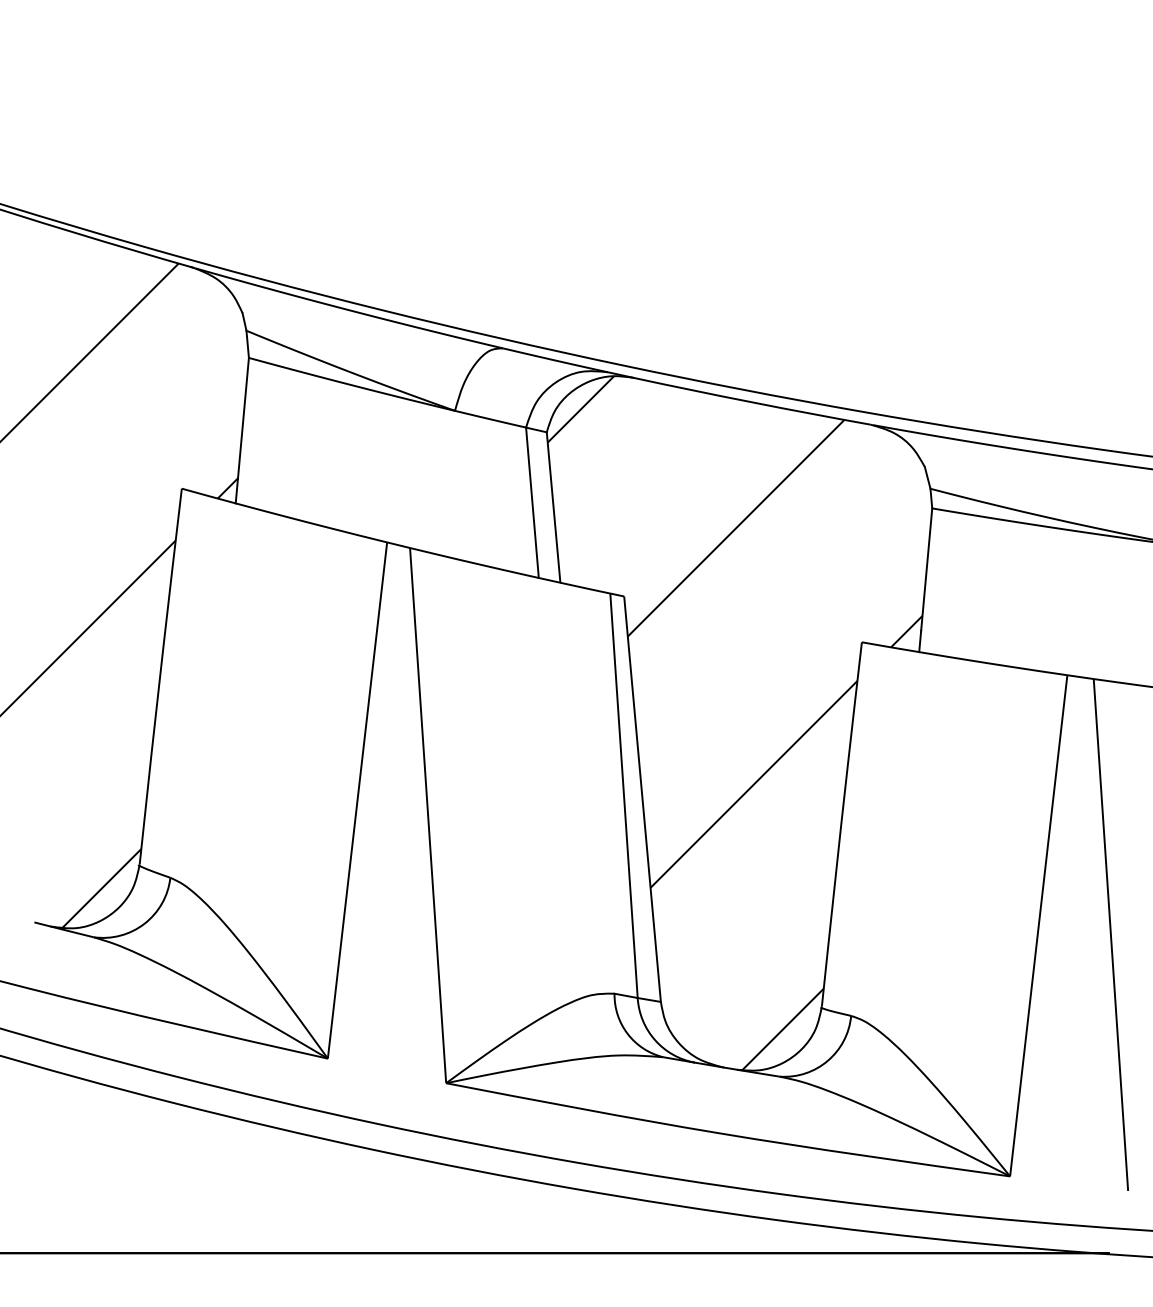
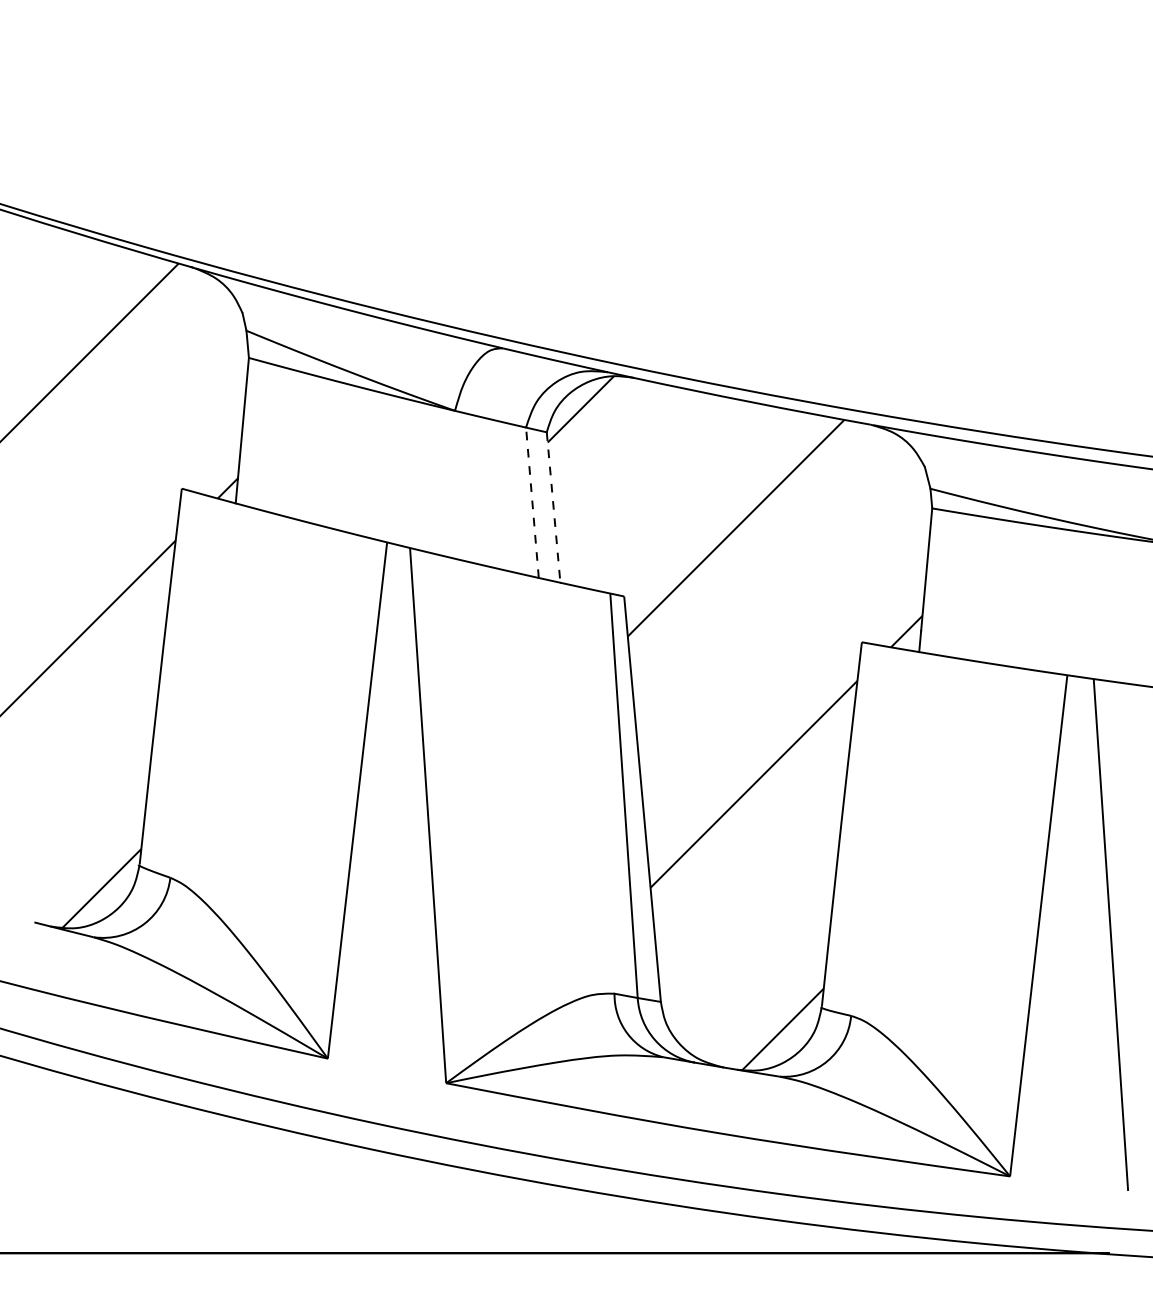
line at (532, 502): solid -> dashed
line at (553, 508): solid -> dashed
